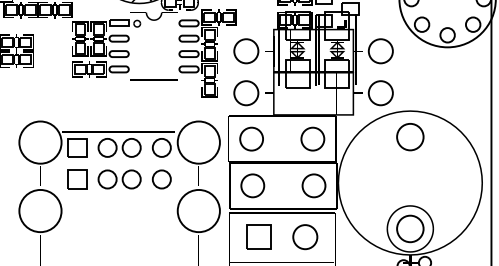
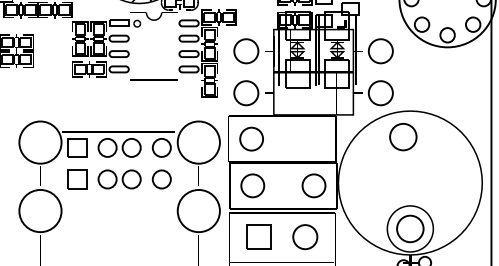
circle at (410, 137) position: (410, 137) -> (403, 137)
circle at (312, 138): present -> none
